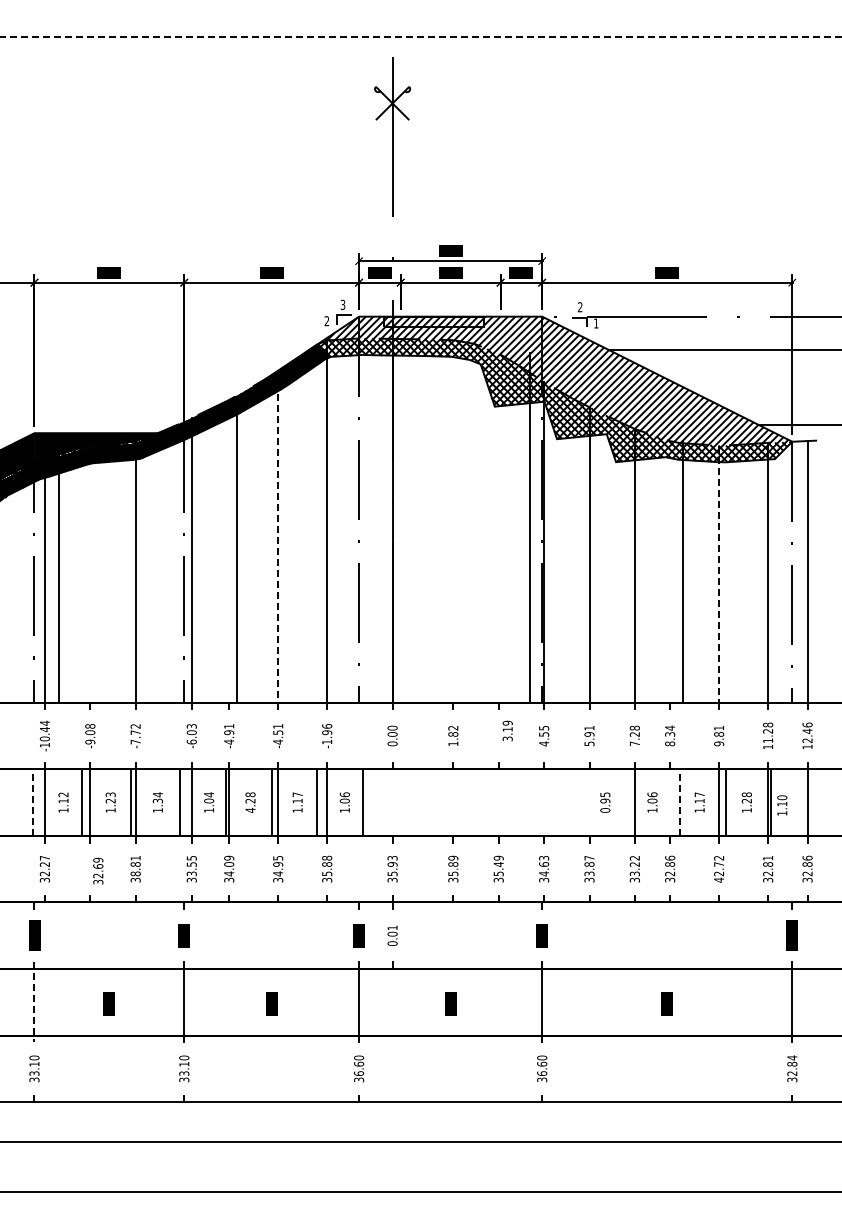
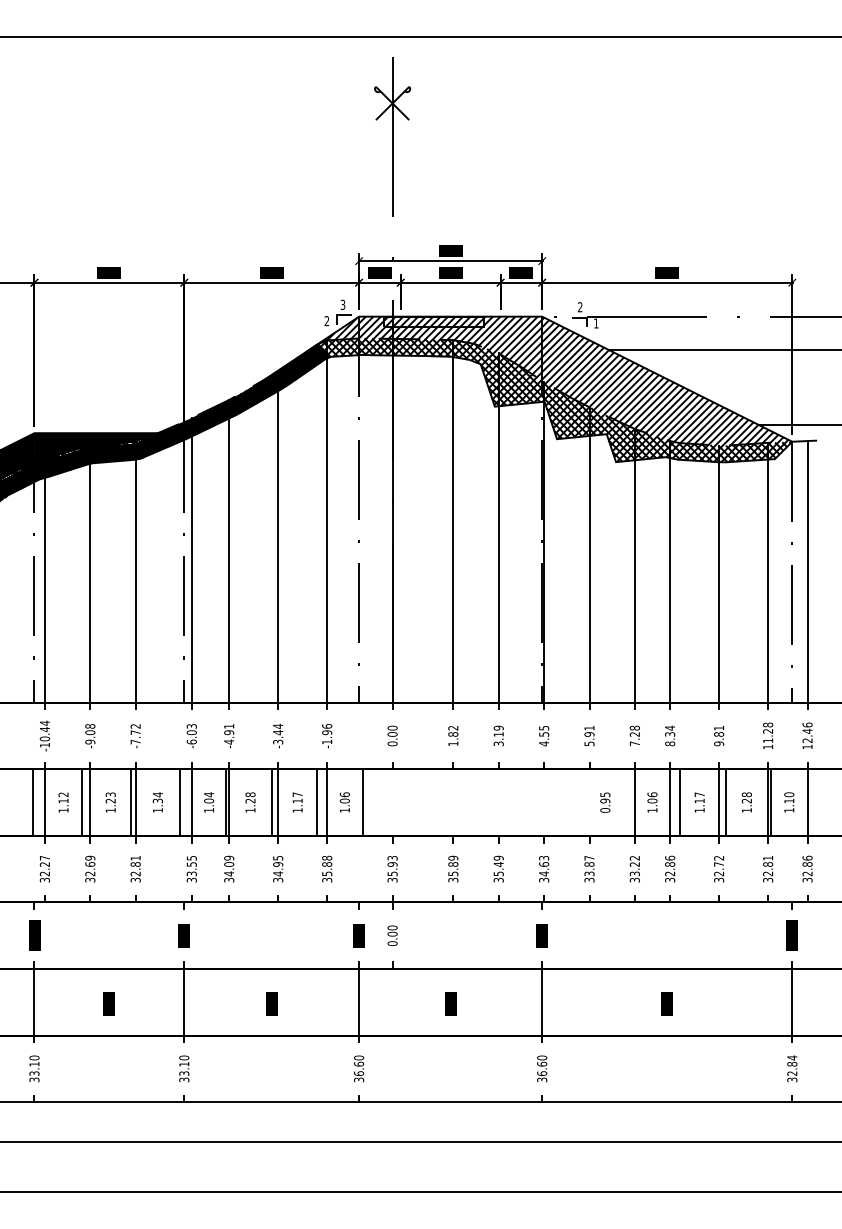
line at (421, 36): dashed -> solid
line at (453, 521): none -> present
line at (529, 527) position: (529, 527) -> (498, 527)
line at (278, 537): dashed -> solid
line at (237, 550) position: (237, 550) -> (229, 550)
line at (683, 571) position: (683, 571) -> (670, 571)
line at (59, 574) position: (59, 574) -> (90, 574)
line at (719, 574): dashed -> solid
text at (507, 730) position: (507, 730) -> (498, 735)
text at (278, 733): -4.51 -> -3.44
line at (33, 802): dashed -> solid
line at (670, 802): none -> present
line at (680, 802): dashed -> solid
text at (782, 805) position: (782, 805) -> (789, 802)
text at (250, 810): 4.28 -> 1.28
text at (98, 870) position: (98, 870) -> (90, 868)
text at (135, 873): 38.81 -> 32.81
text at (719, 879): 42.72 -> 32.72
text at (392, 927): 0.01 -> 0.00
line at (34, 1002): dashed -> solid
